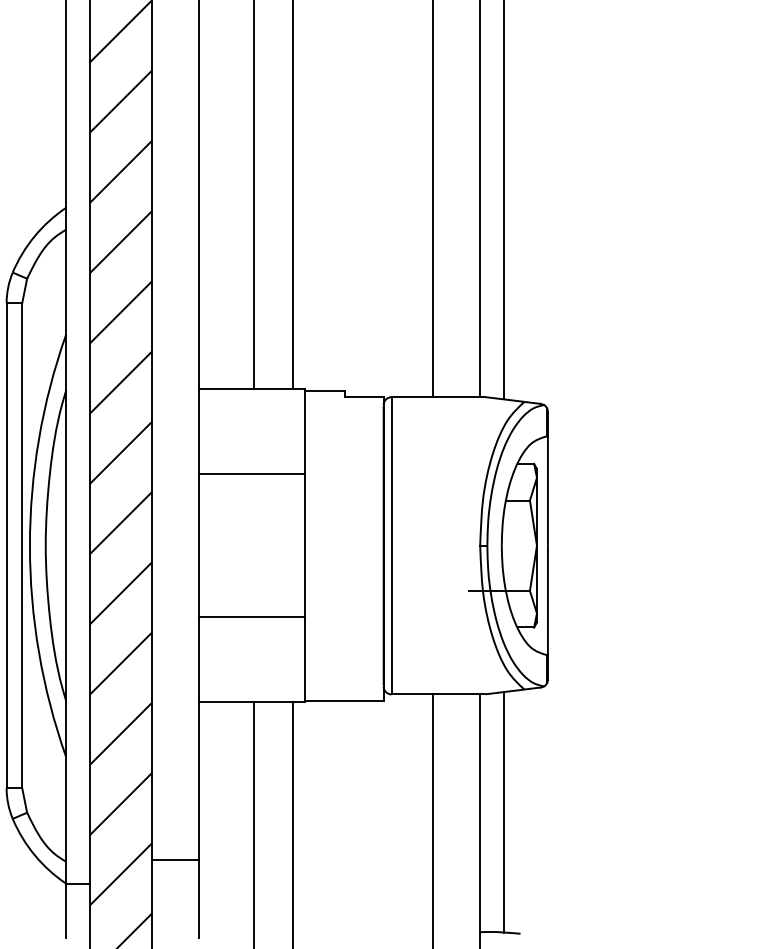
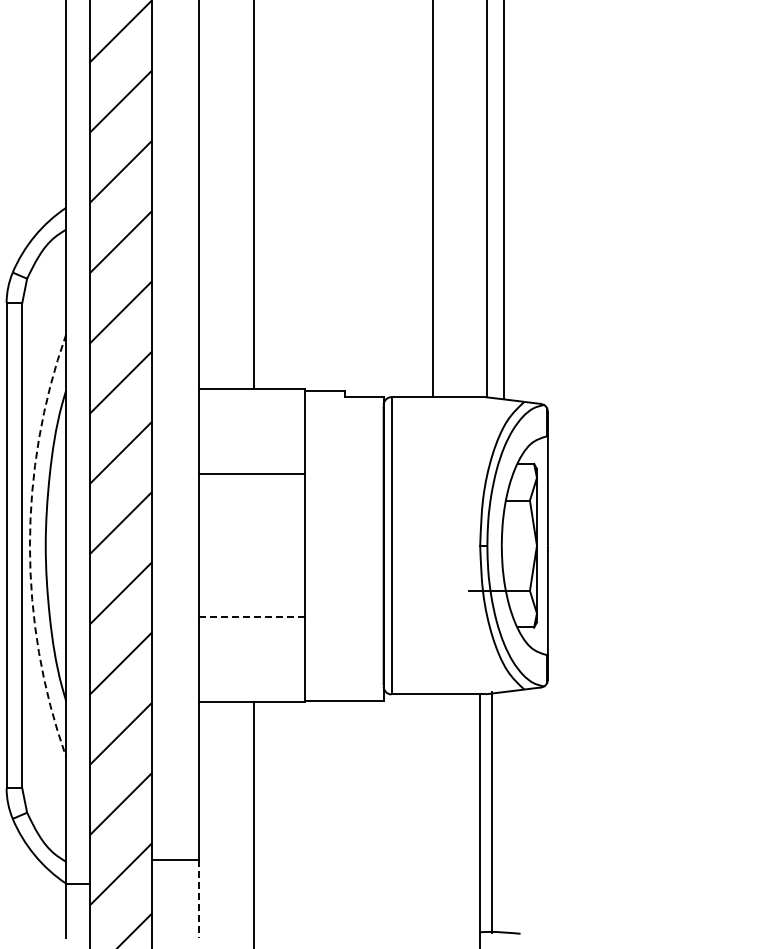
line at (293, 195): present -> none
line at (480, 199) position: (480, 199) -> (487, 199)
arc at (29, 545): solid -> dashed
line at (251, 617): solid -> dashed
line at (503, 812) position: (503, 812) -> (491, 812)
line at (433, 819): present -> none
line at (293, 823): present -> none
line at (199, 899): solid -> dashed
